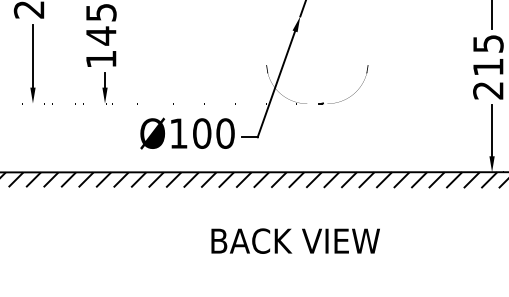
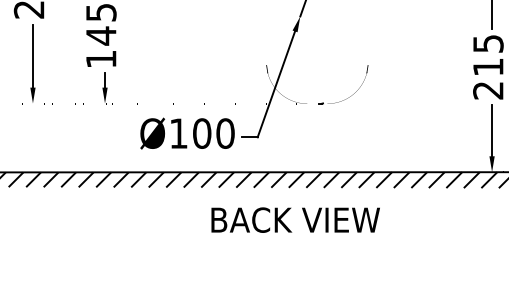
text at (295, 240) position: (295, 240) -> (295, 219)
